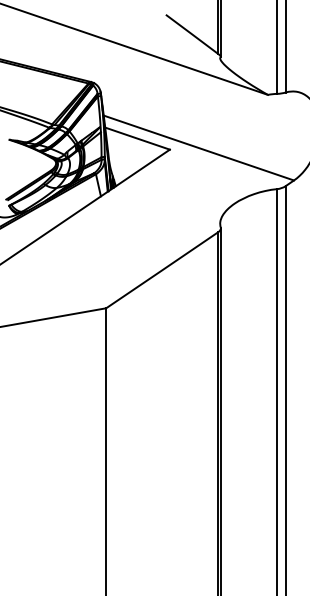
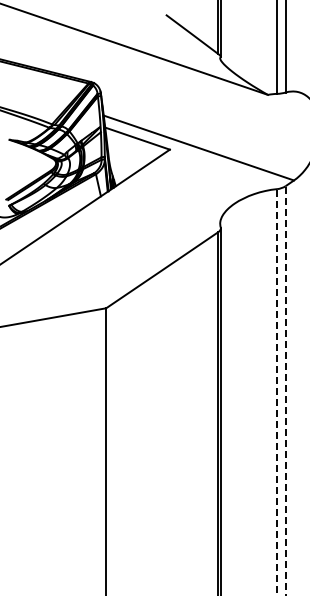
line at (285, 390): solid -> dashed
line at (277, 391): solid -> dashed
